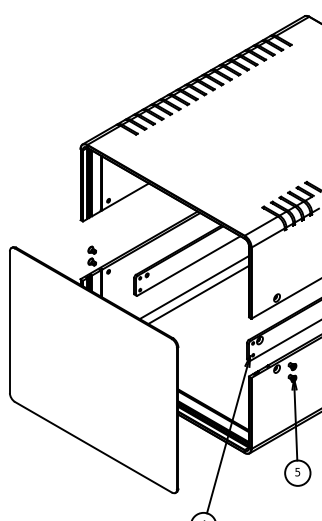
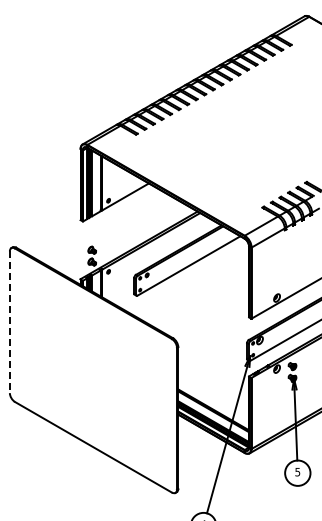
line at (194, 287): present -> none
line at (198, 294): present -> none
line at (9, 322): solid -> dashed
